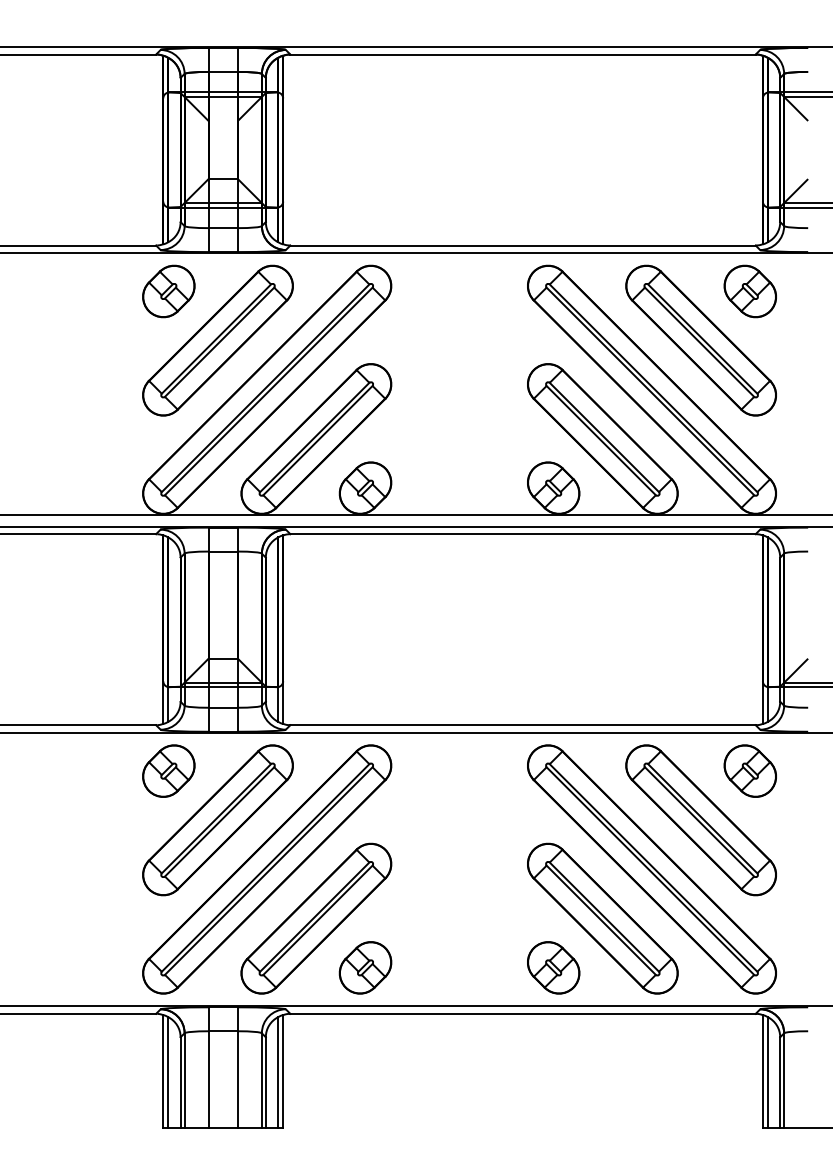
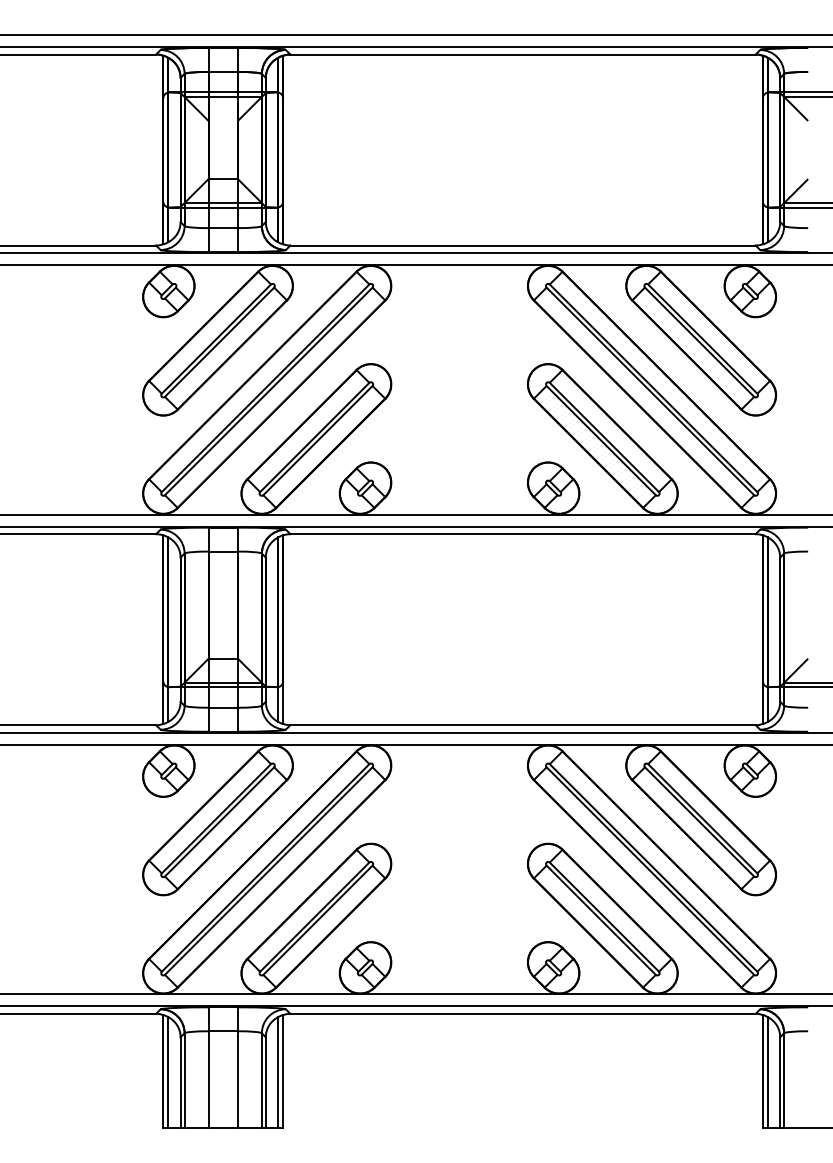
line at (415, 34): none -> present
line at (415, 265): none -> present
line at (415, 744): none -> present
line at (415, 994): none -> present
